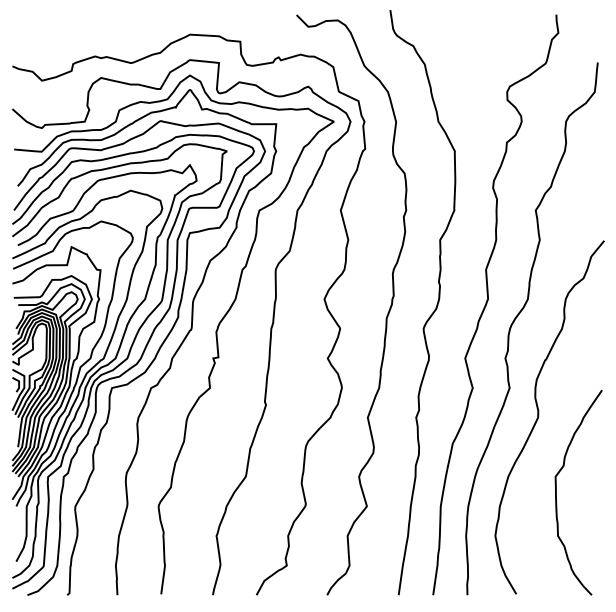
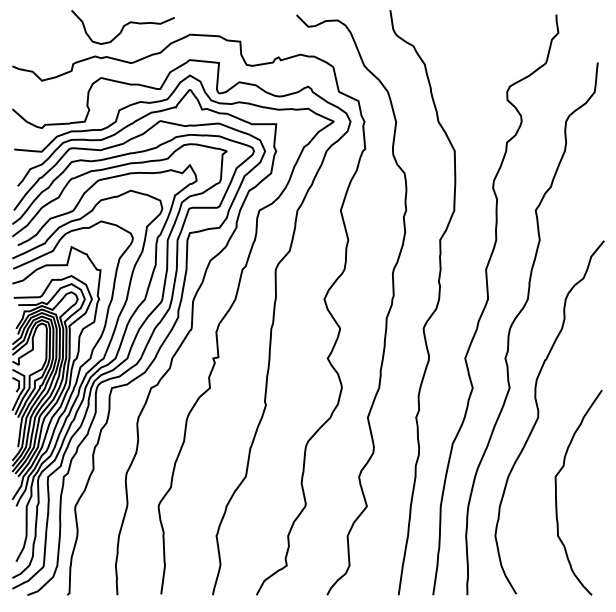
curve at (122, 27): none -> present
